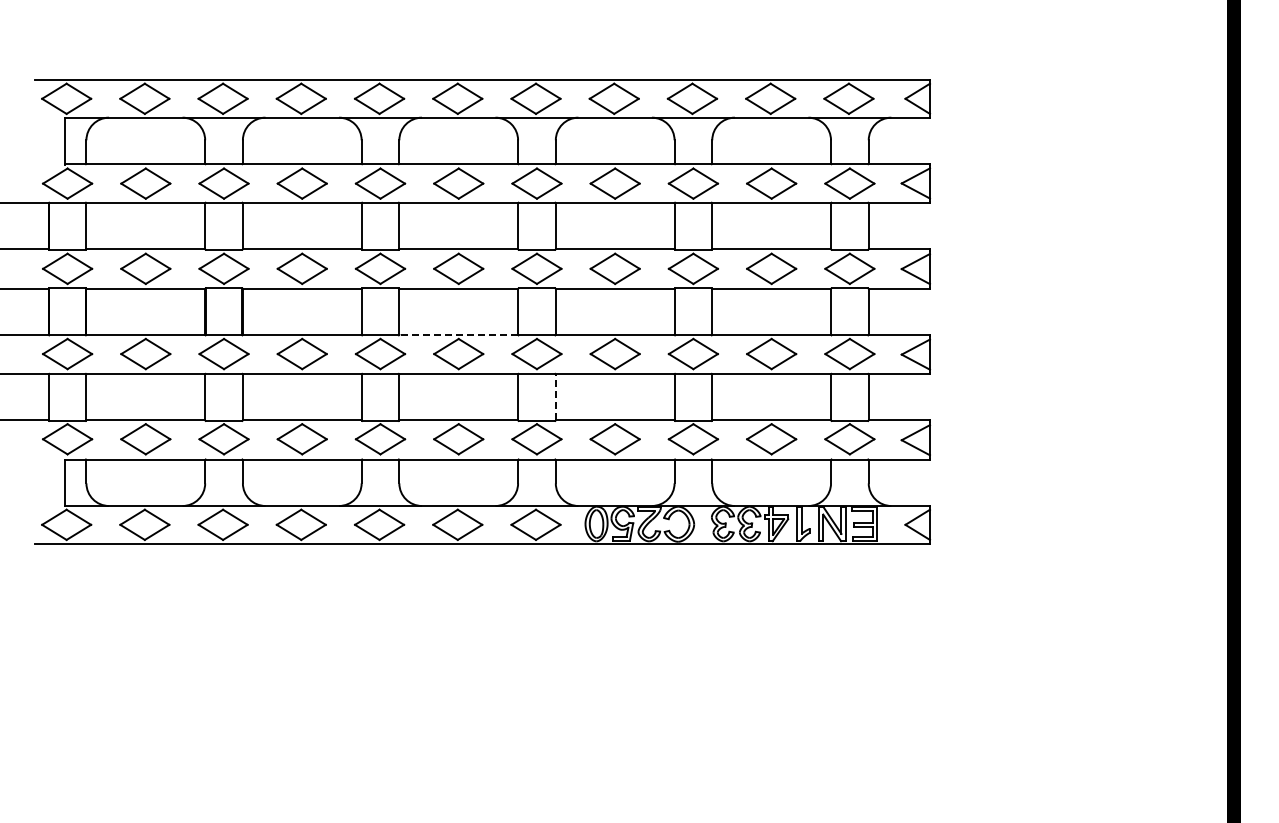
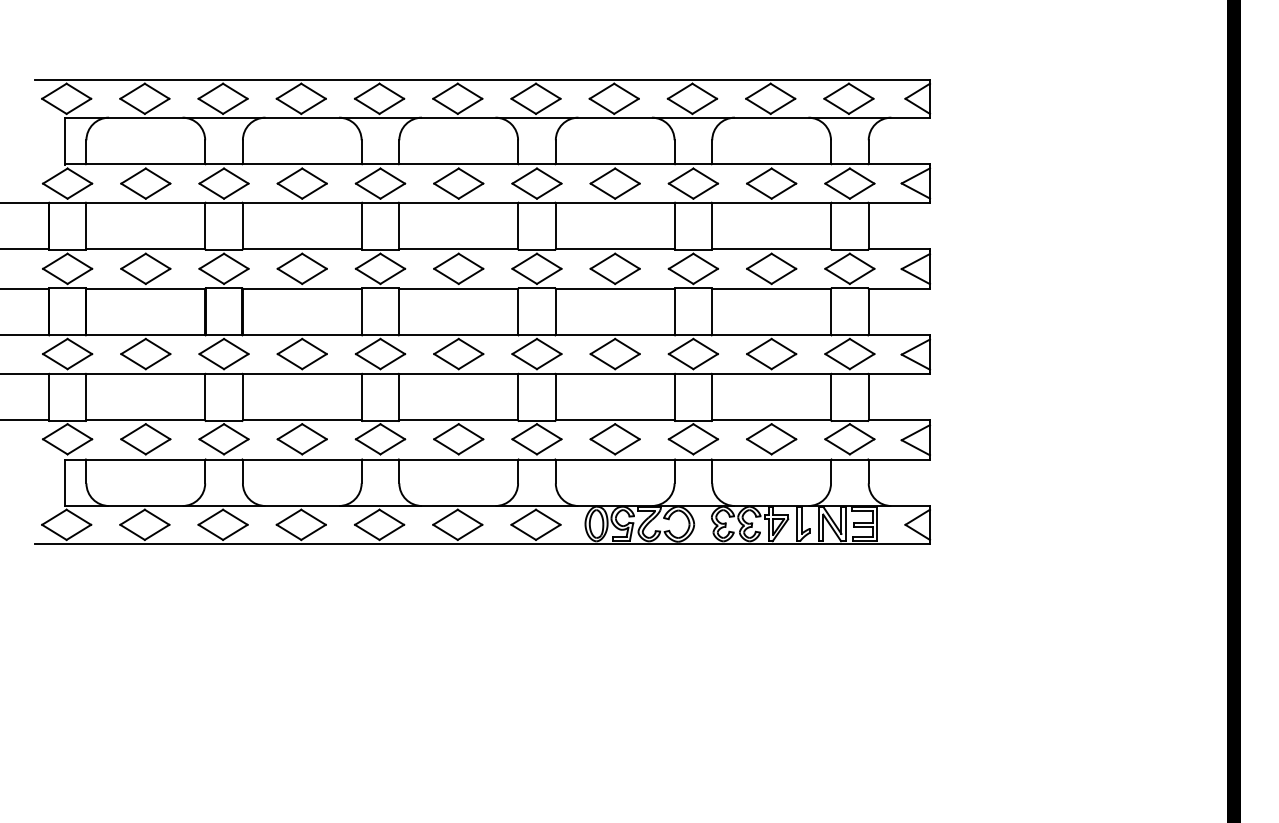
line at (458, 334): dashed -> solid
line at (555, 397): dashed -> solid
